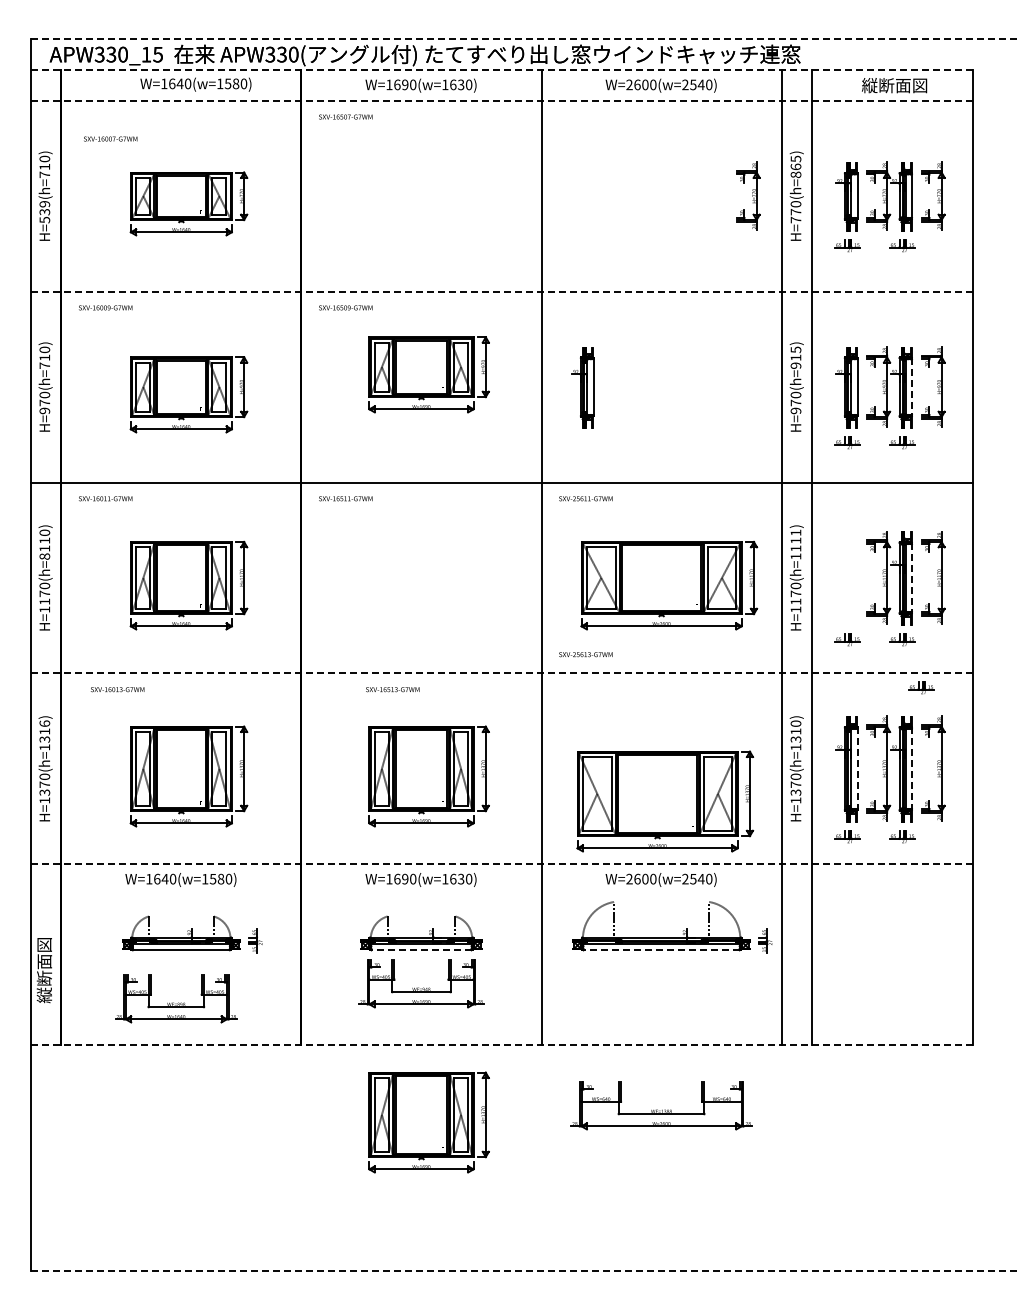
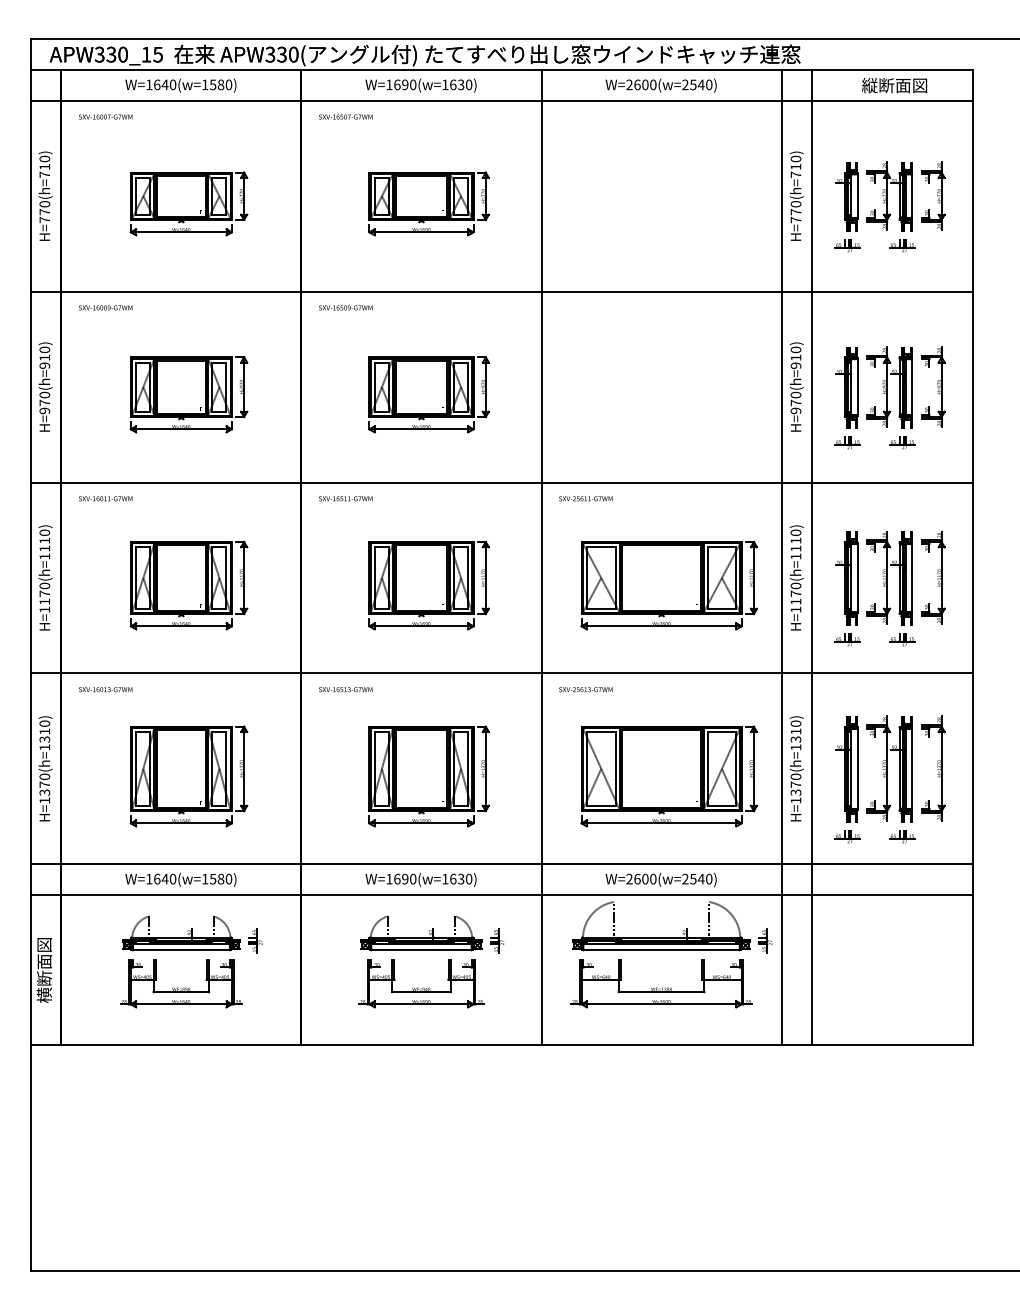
line at (525, 39): dashed -> solid
line at (502, 70): dashed -> solid
text at (195, 84) position: (195, 84) -> (180, 85)
line at (502, 100): dashed -> solid
text at (110, 138) position: (110, 138) -> (105, 116)
text at (795, 166): H=770(h=865) -> H=770(h=710)
part at (748, 195): present -> none
part at (428, 203): none -> present
text at (44, 212): H=539(h=710) -> H=770(h=710)
line at (502, 291): dashed -> solid
text at (795, 349): H=970(h=915) -> H=970(h=910)
text at (44, 365): H=970(h=710) -> H=970(h=910)
part at (428, 374) position: (428, 374) -> (428, 394)
part at (582, 387): present -> none
line at (912, 387): dashed -> solid
text at (795, 532): H=1170(h=1111) -> H=1170(h=1110)
text at (44, 556): H=1170(h=8110) -> H=1170(h=1110)
part at (846, 578): none -> present
line at (912, 578): dashed -> solid
part at (428, 585): none -> present
text at (585, 654) position: (585, 654) -> (585, 689)
line at (502, 673): dashed -> solid
part at (921, 687): present -> none
text at (117, 689) position: (117, 689) -> (105, 689)
text at (392, 689) position: (392, 689) -> (345, 689)
text at (44, 723): H=1370(h=1316) -> H=1370(h=1310)
line at (857, 768): dashed -> solid
line at (912, 768): dashed -> solid
part at (665, 801) position: (665, 801) -> (669, 776)
line at (502, 864): dashed -> solid
line at (501, 895): none -> present
part at (497, 940): none -> present
line at (420, 950): dashed -> solid
line at (661, 950): dashed -> solid
text at (43, 995): 縦断面図 -> 横断面図
part at (176, 998) position: (176, 998) -> (181, 983)
line at (502, 1045): dashed -> solid
part at (661, 1105) position: (661, 1105) -> (661, 983)
part at (428, 1122): present -> none
line at (525, 1270): dashed -> solid
